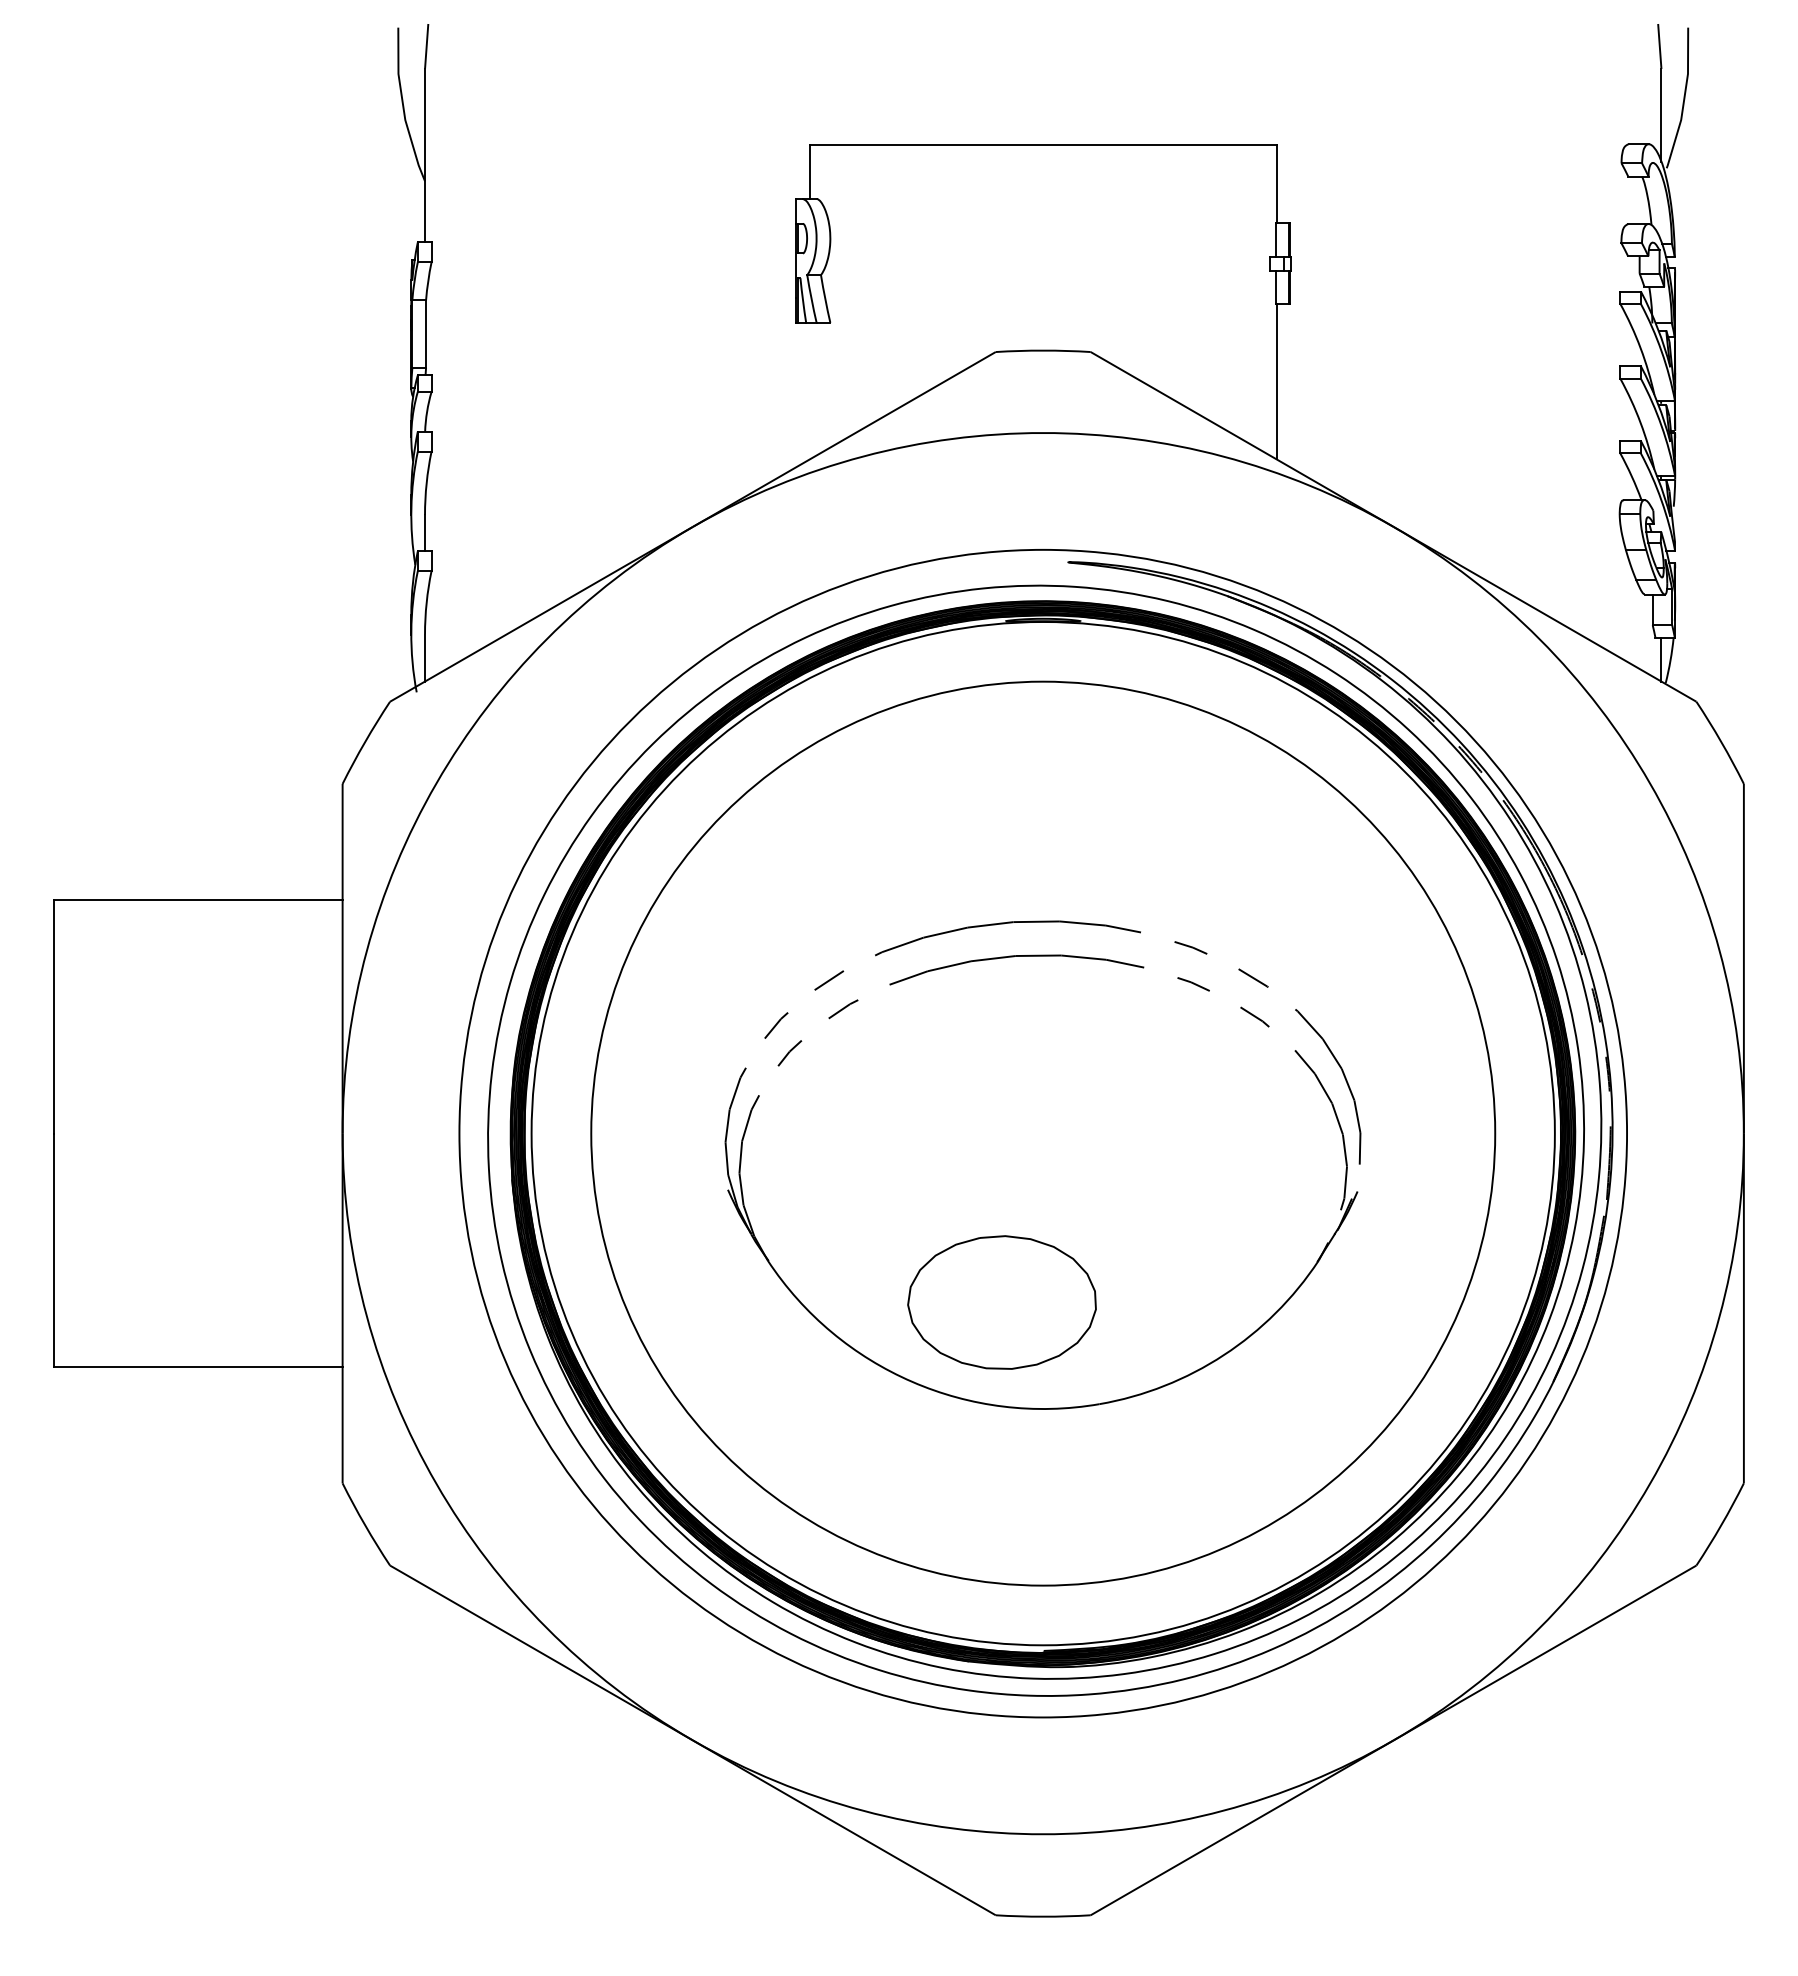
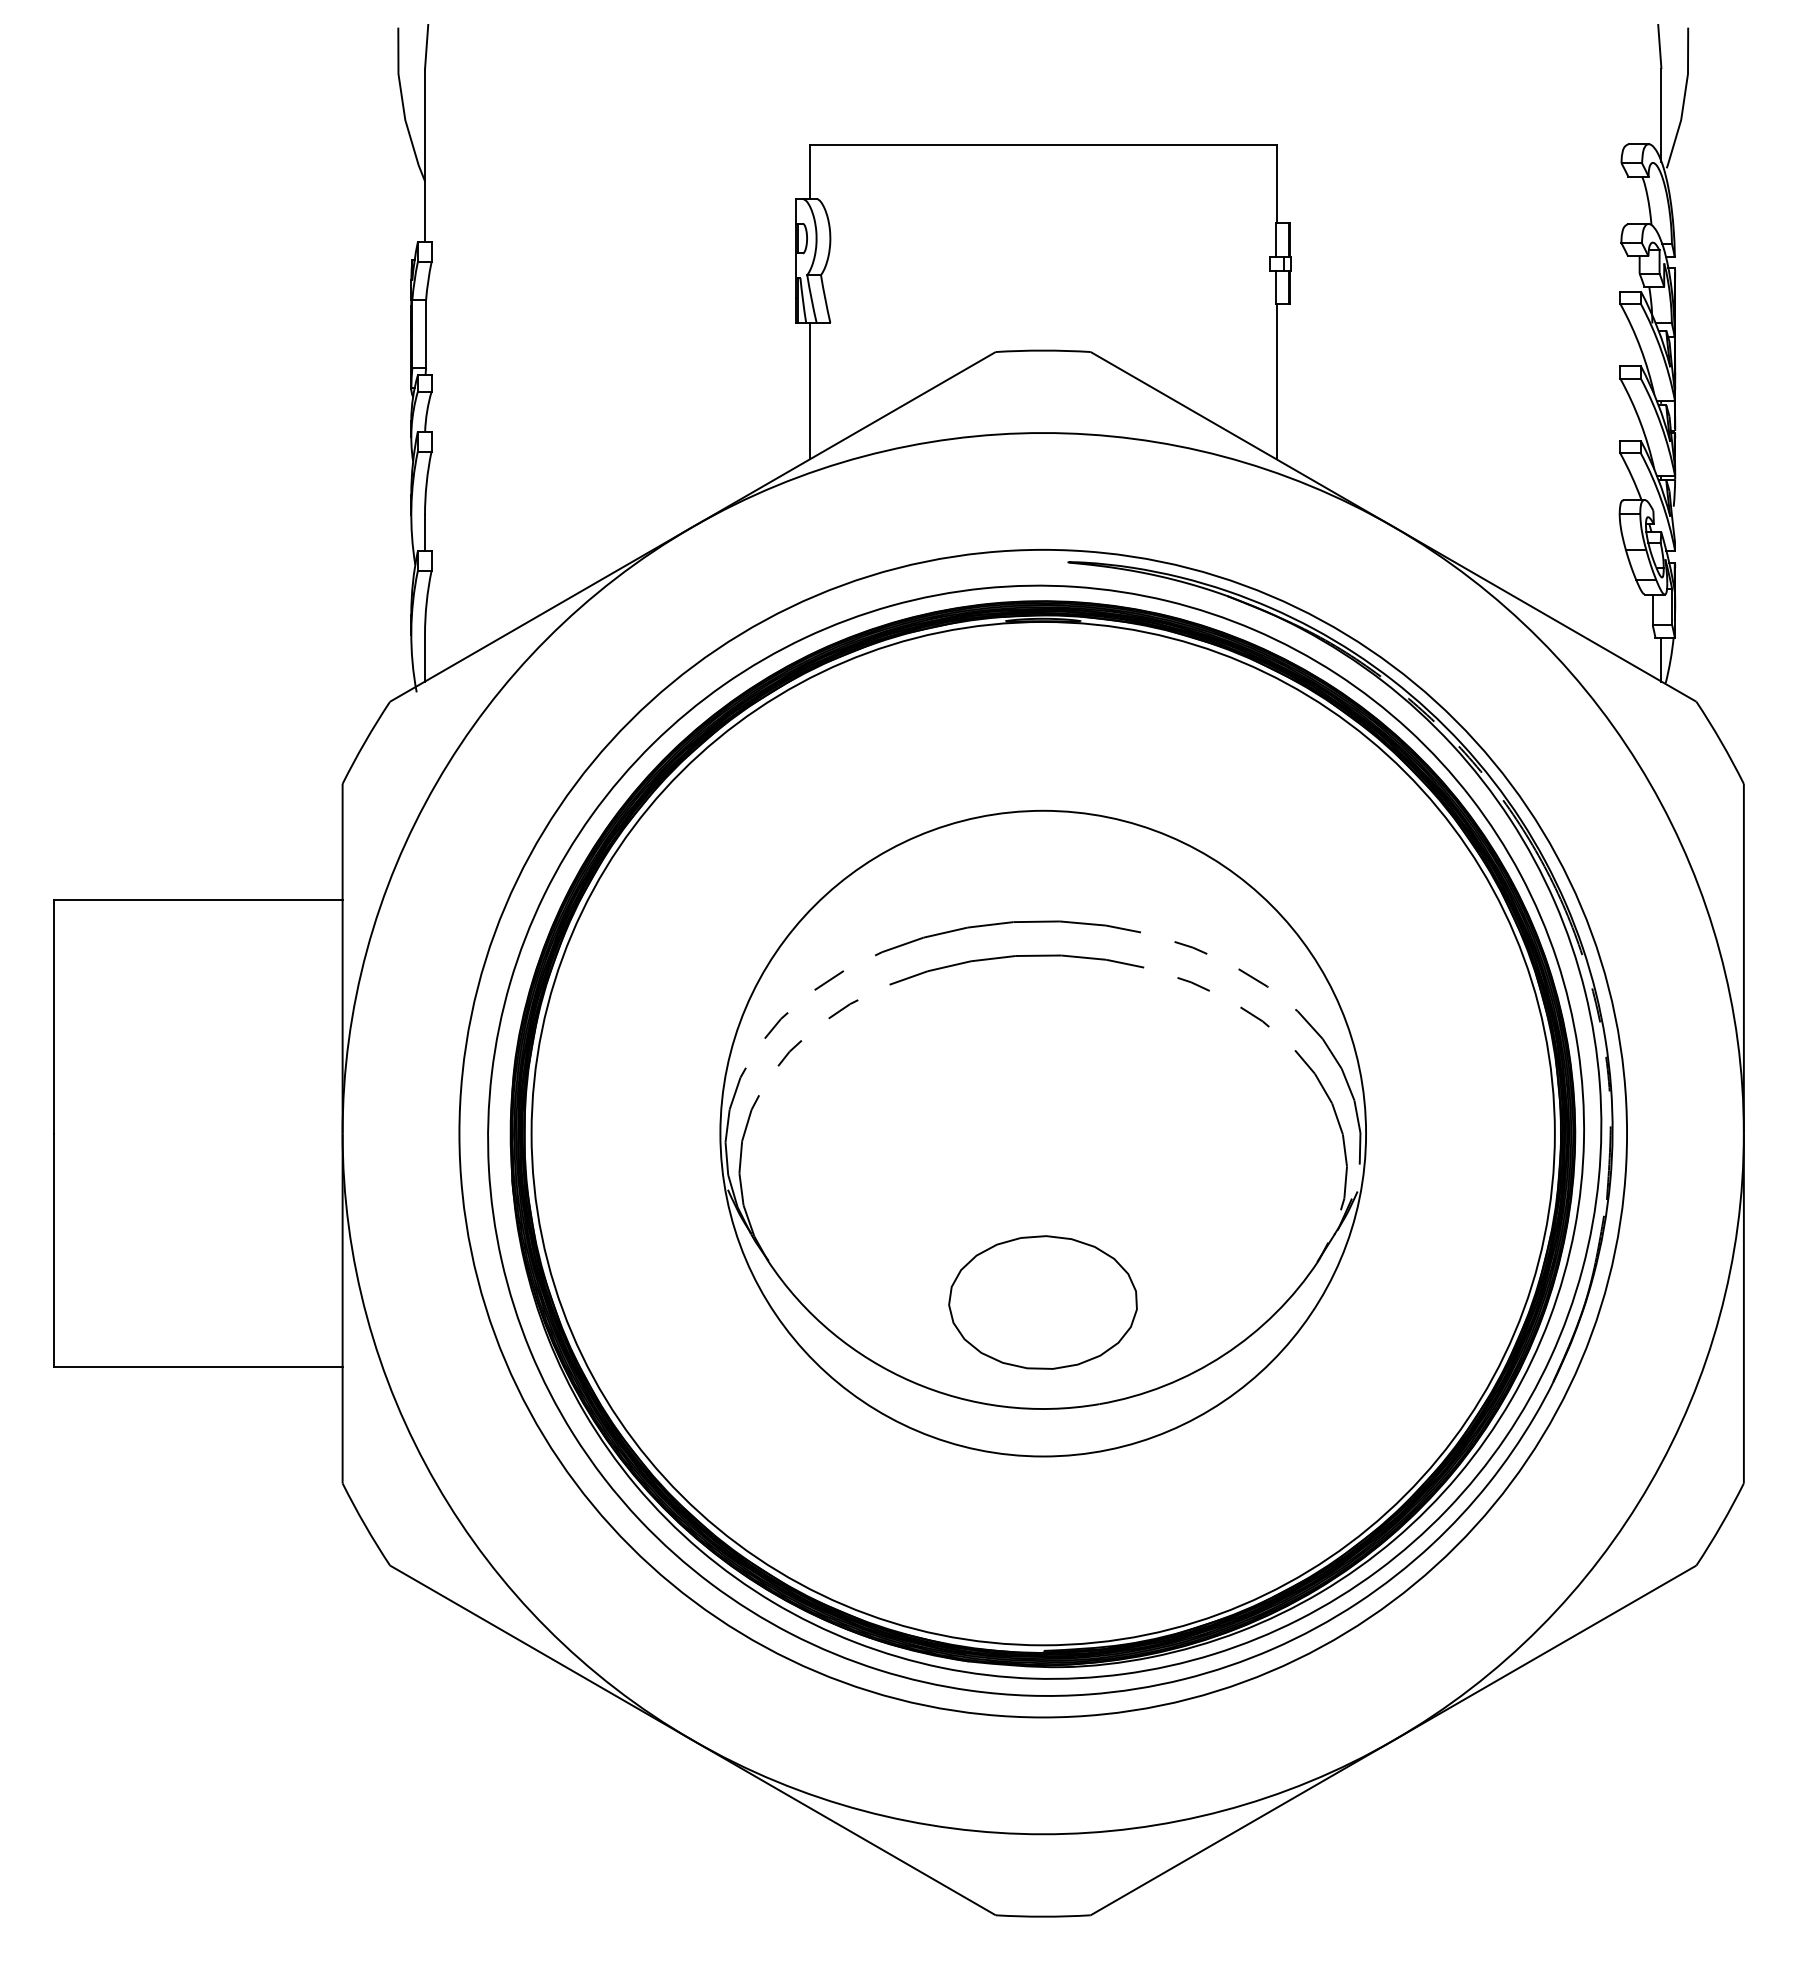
line at (809, 390): none -> present
circle at (1043, 1133) diameter: 904 px -> 646 px
part at (1001, 1302) position: (1001, 1302) -> (1042, 1302)
